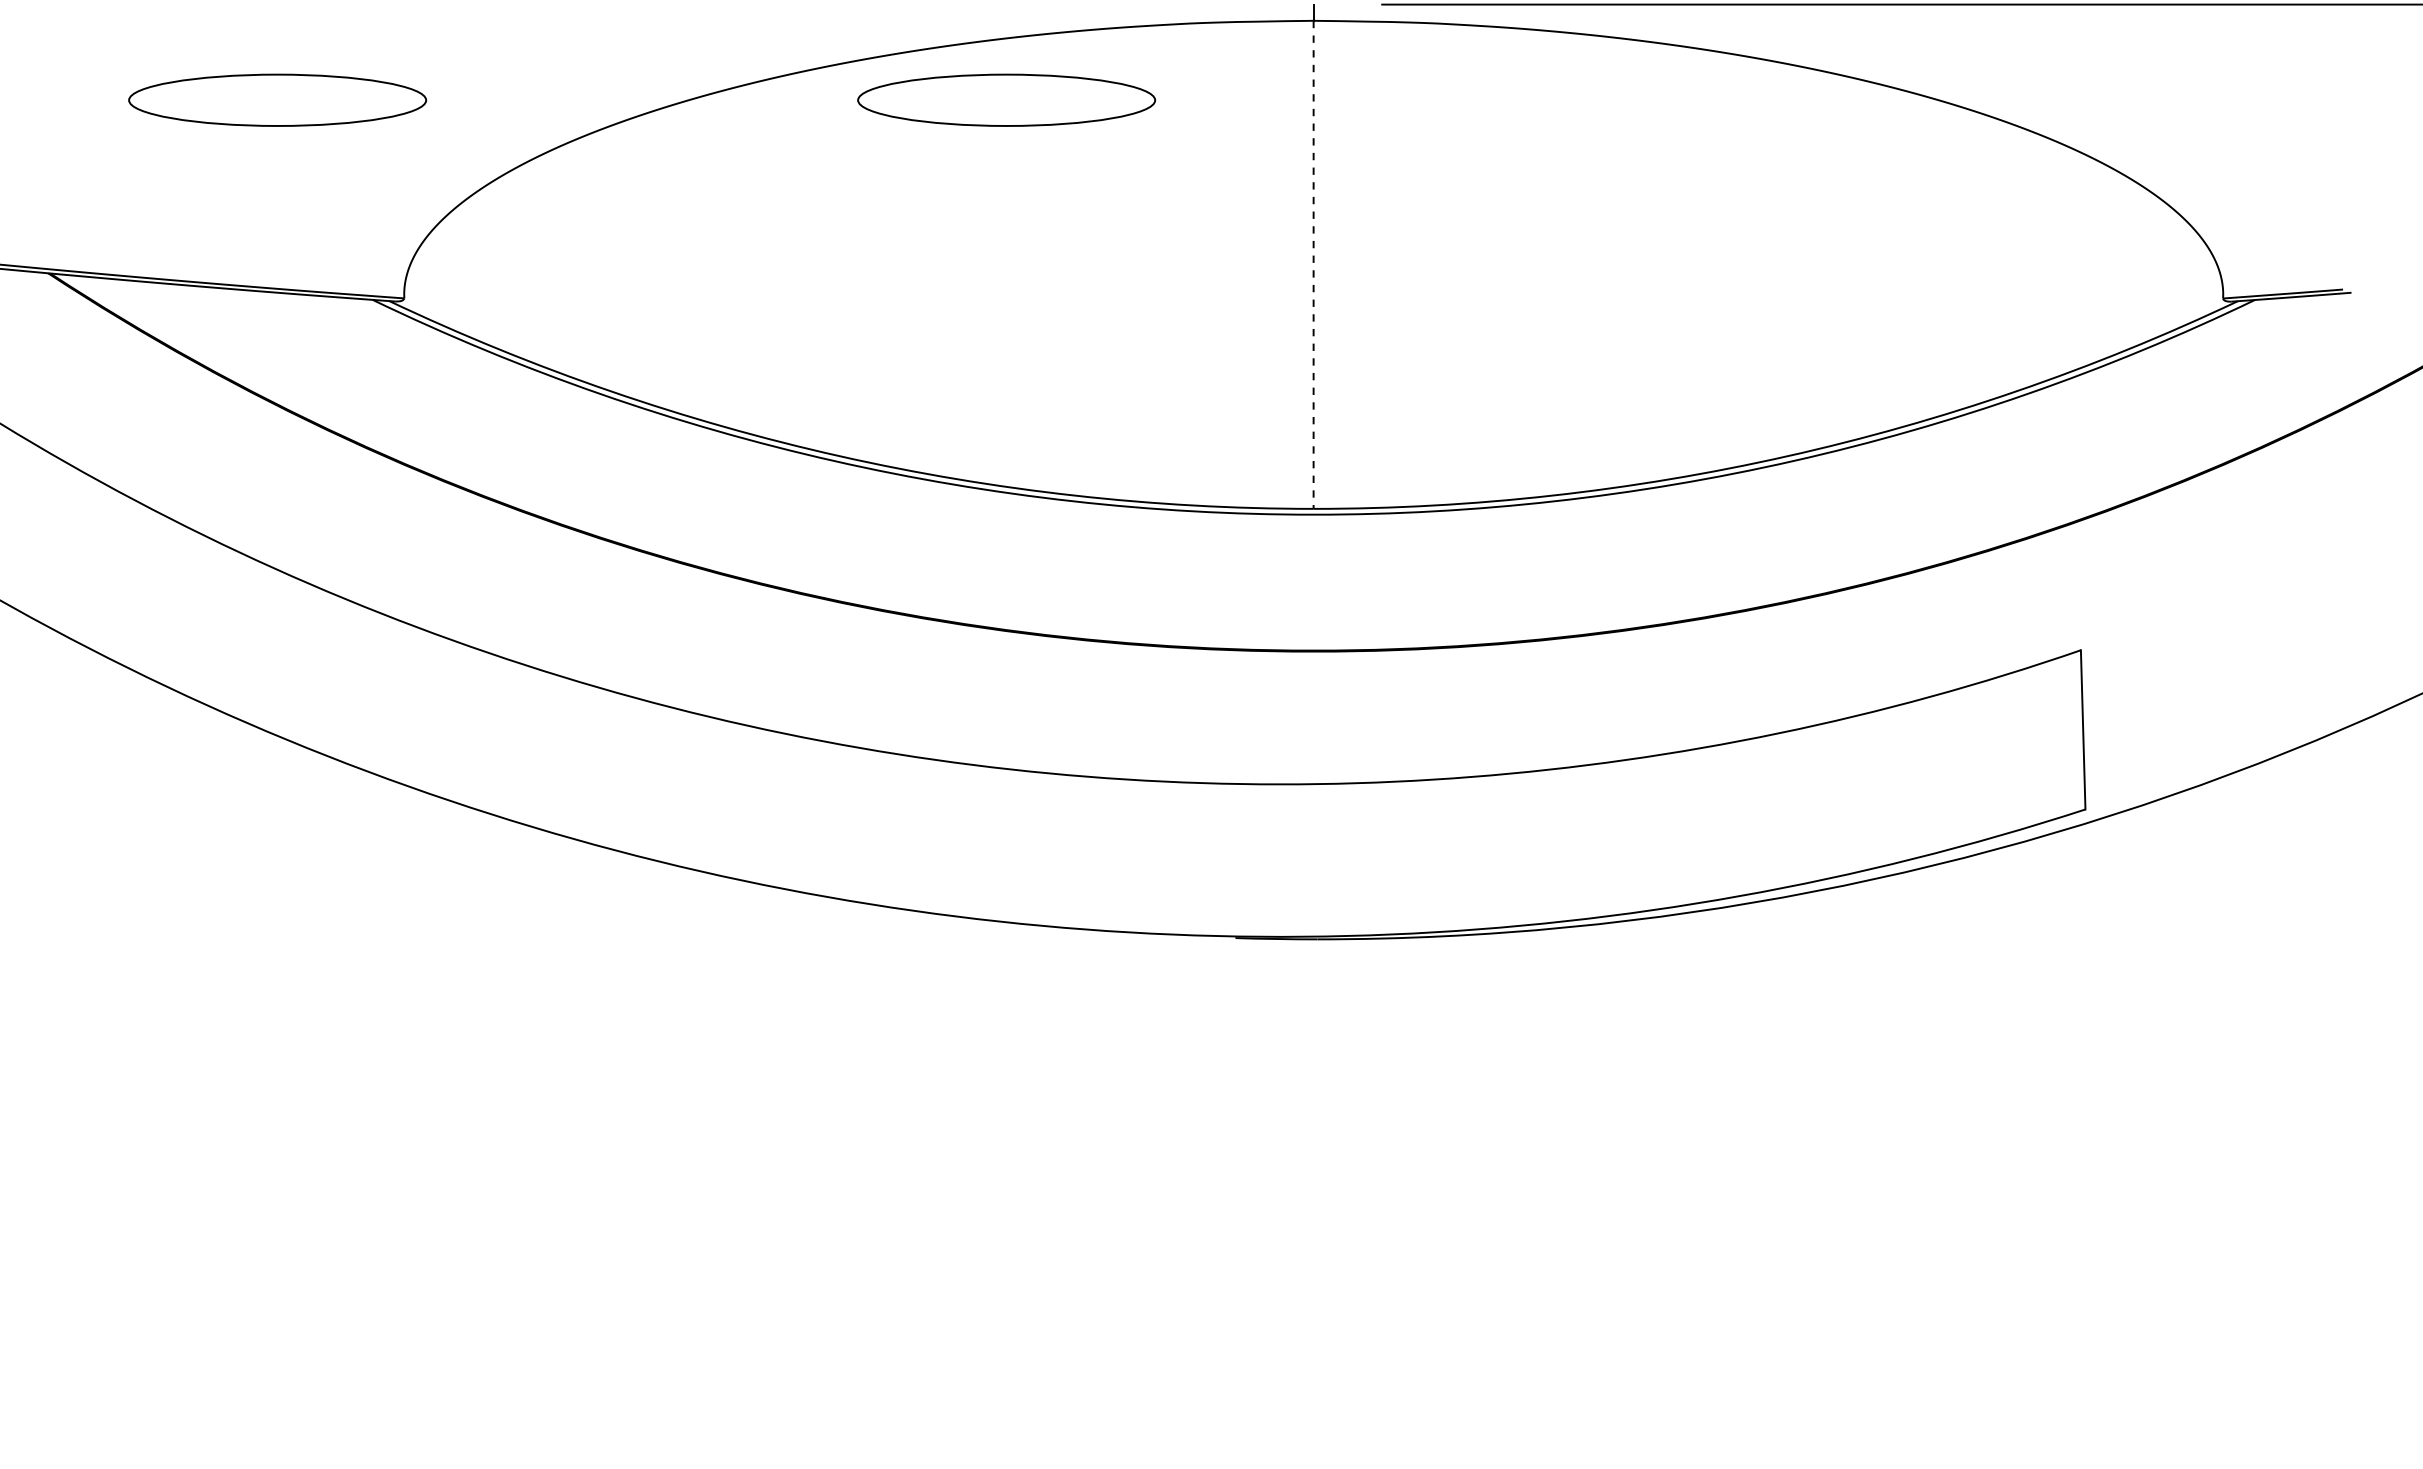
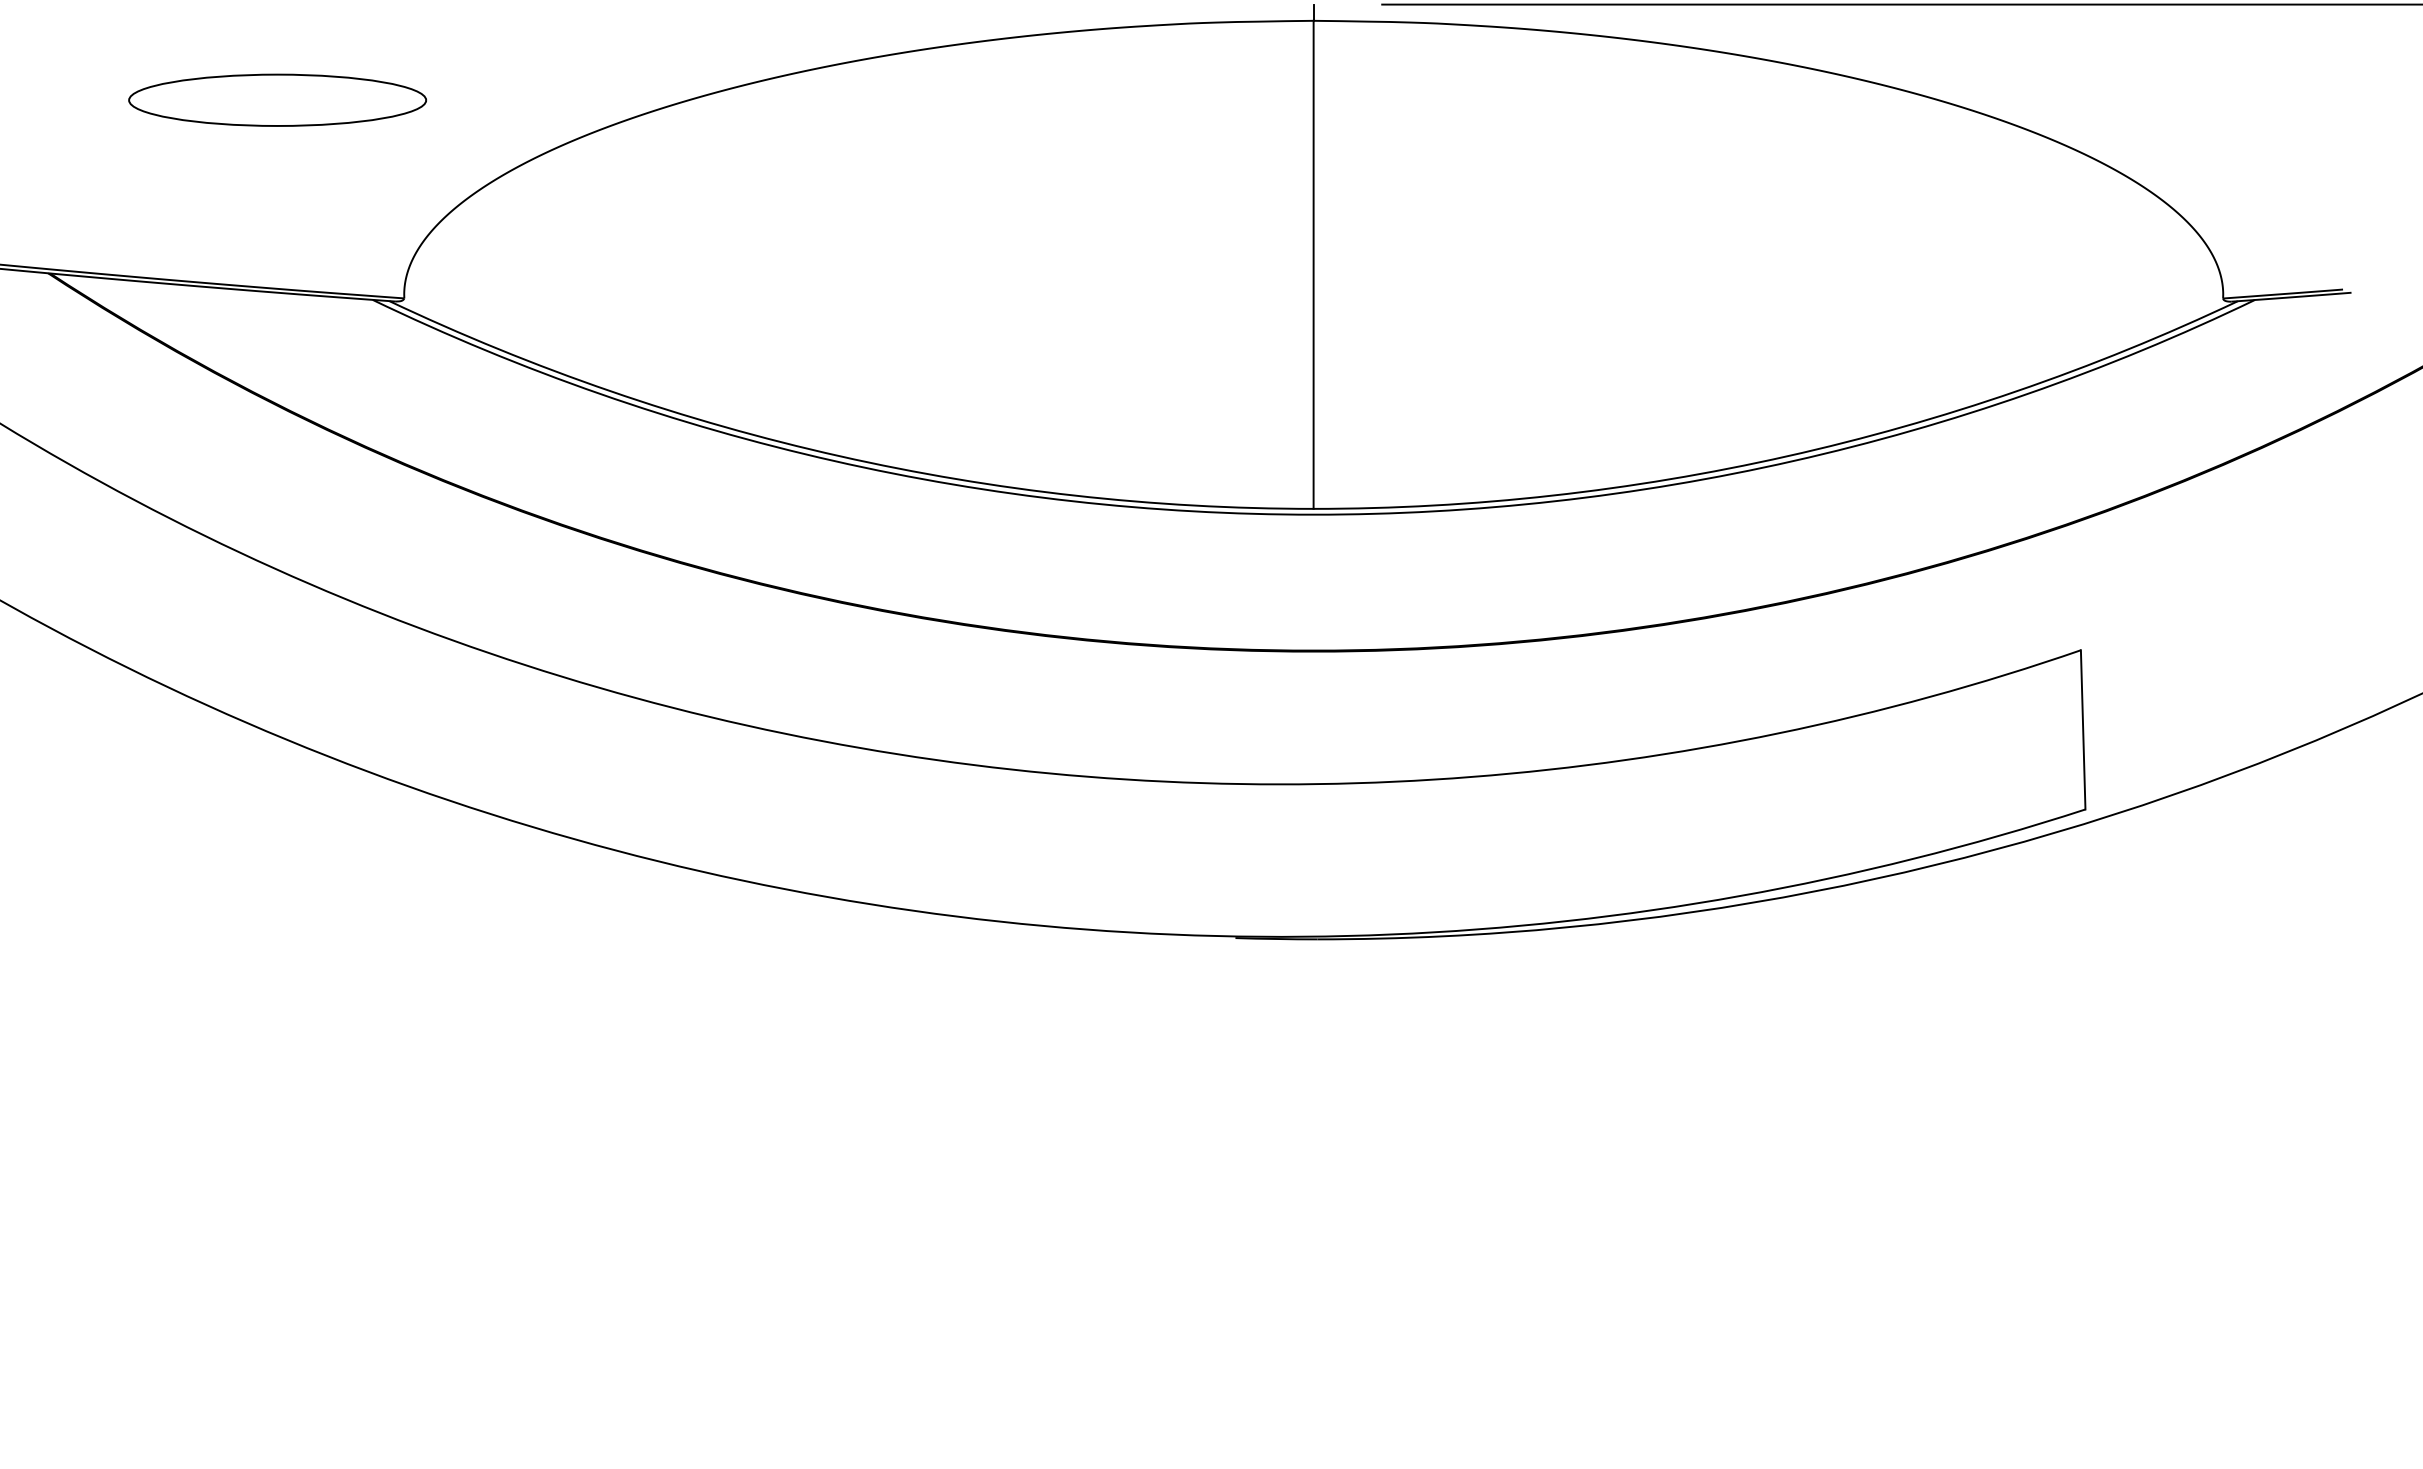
part at (1006, 99): present -> none
line at (1313, 265): dashed -> solid
